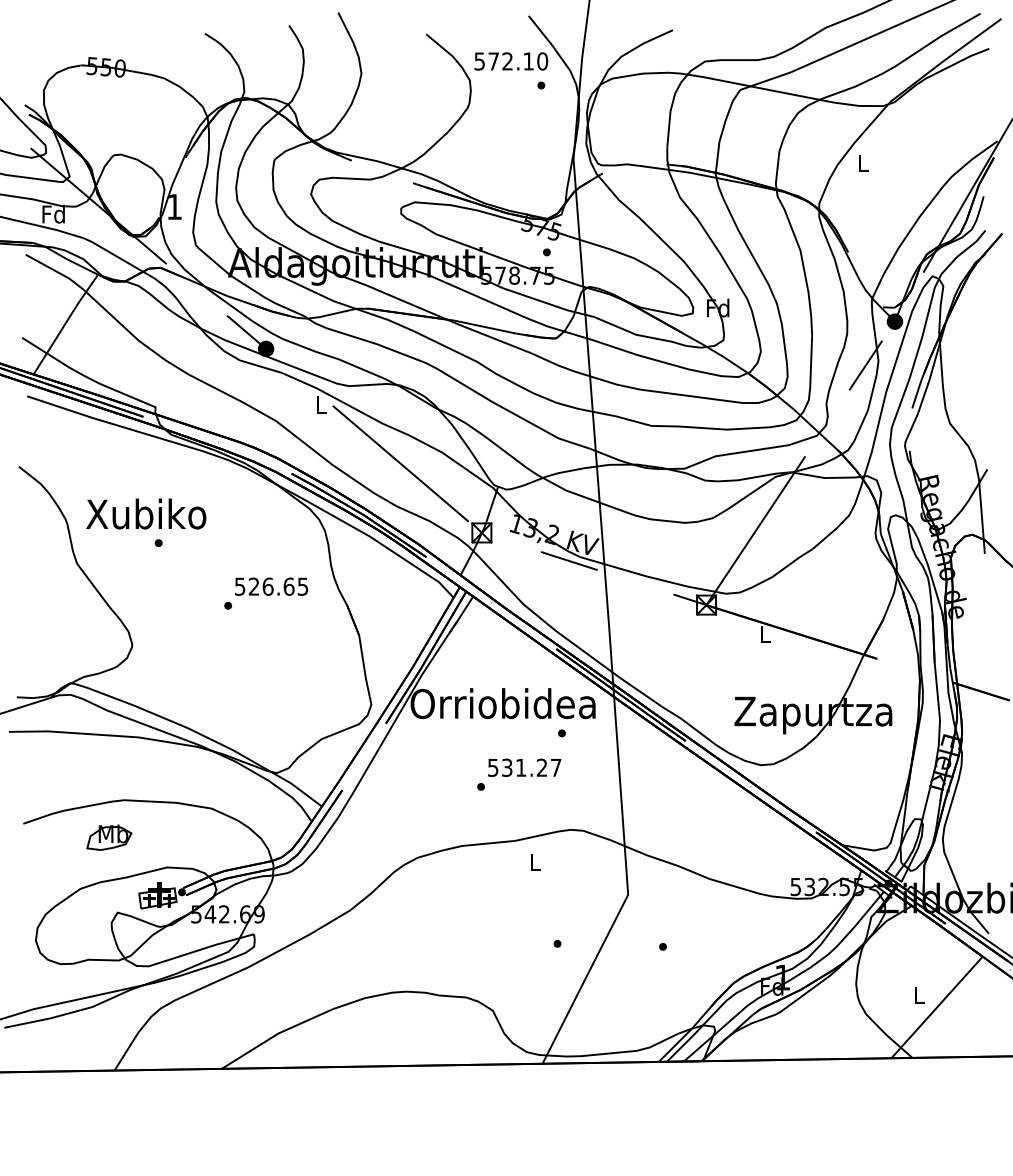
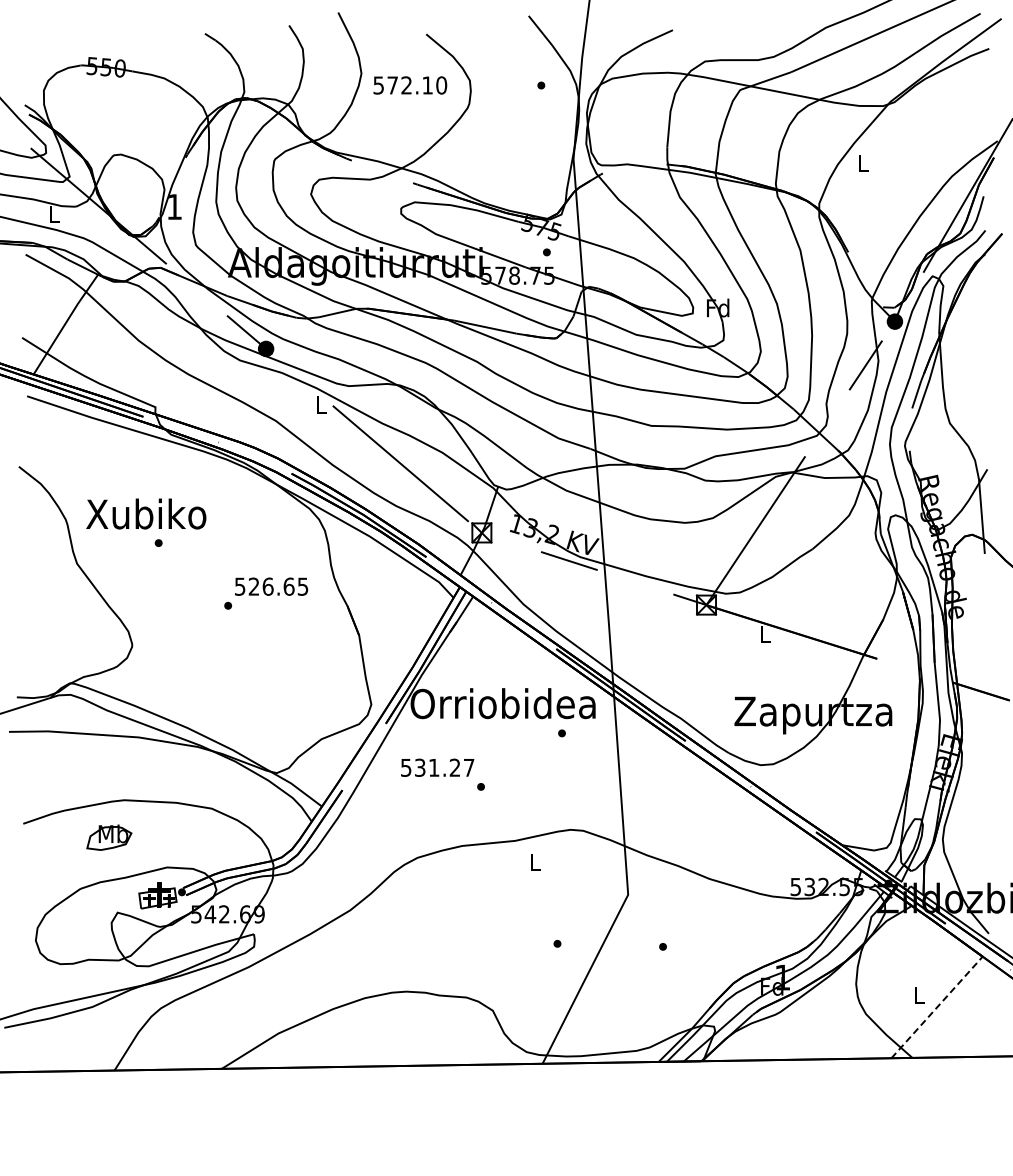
text at (511, 61) position: (511, 61) -> (410, 85)
text at (53, 213): Fd -> L
text at (524, 767) position: (524, 767) -> (437, 767)
line at (937, 1007): solid -> dashed
